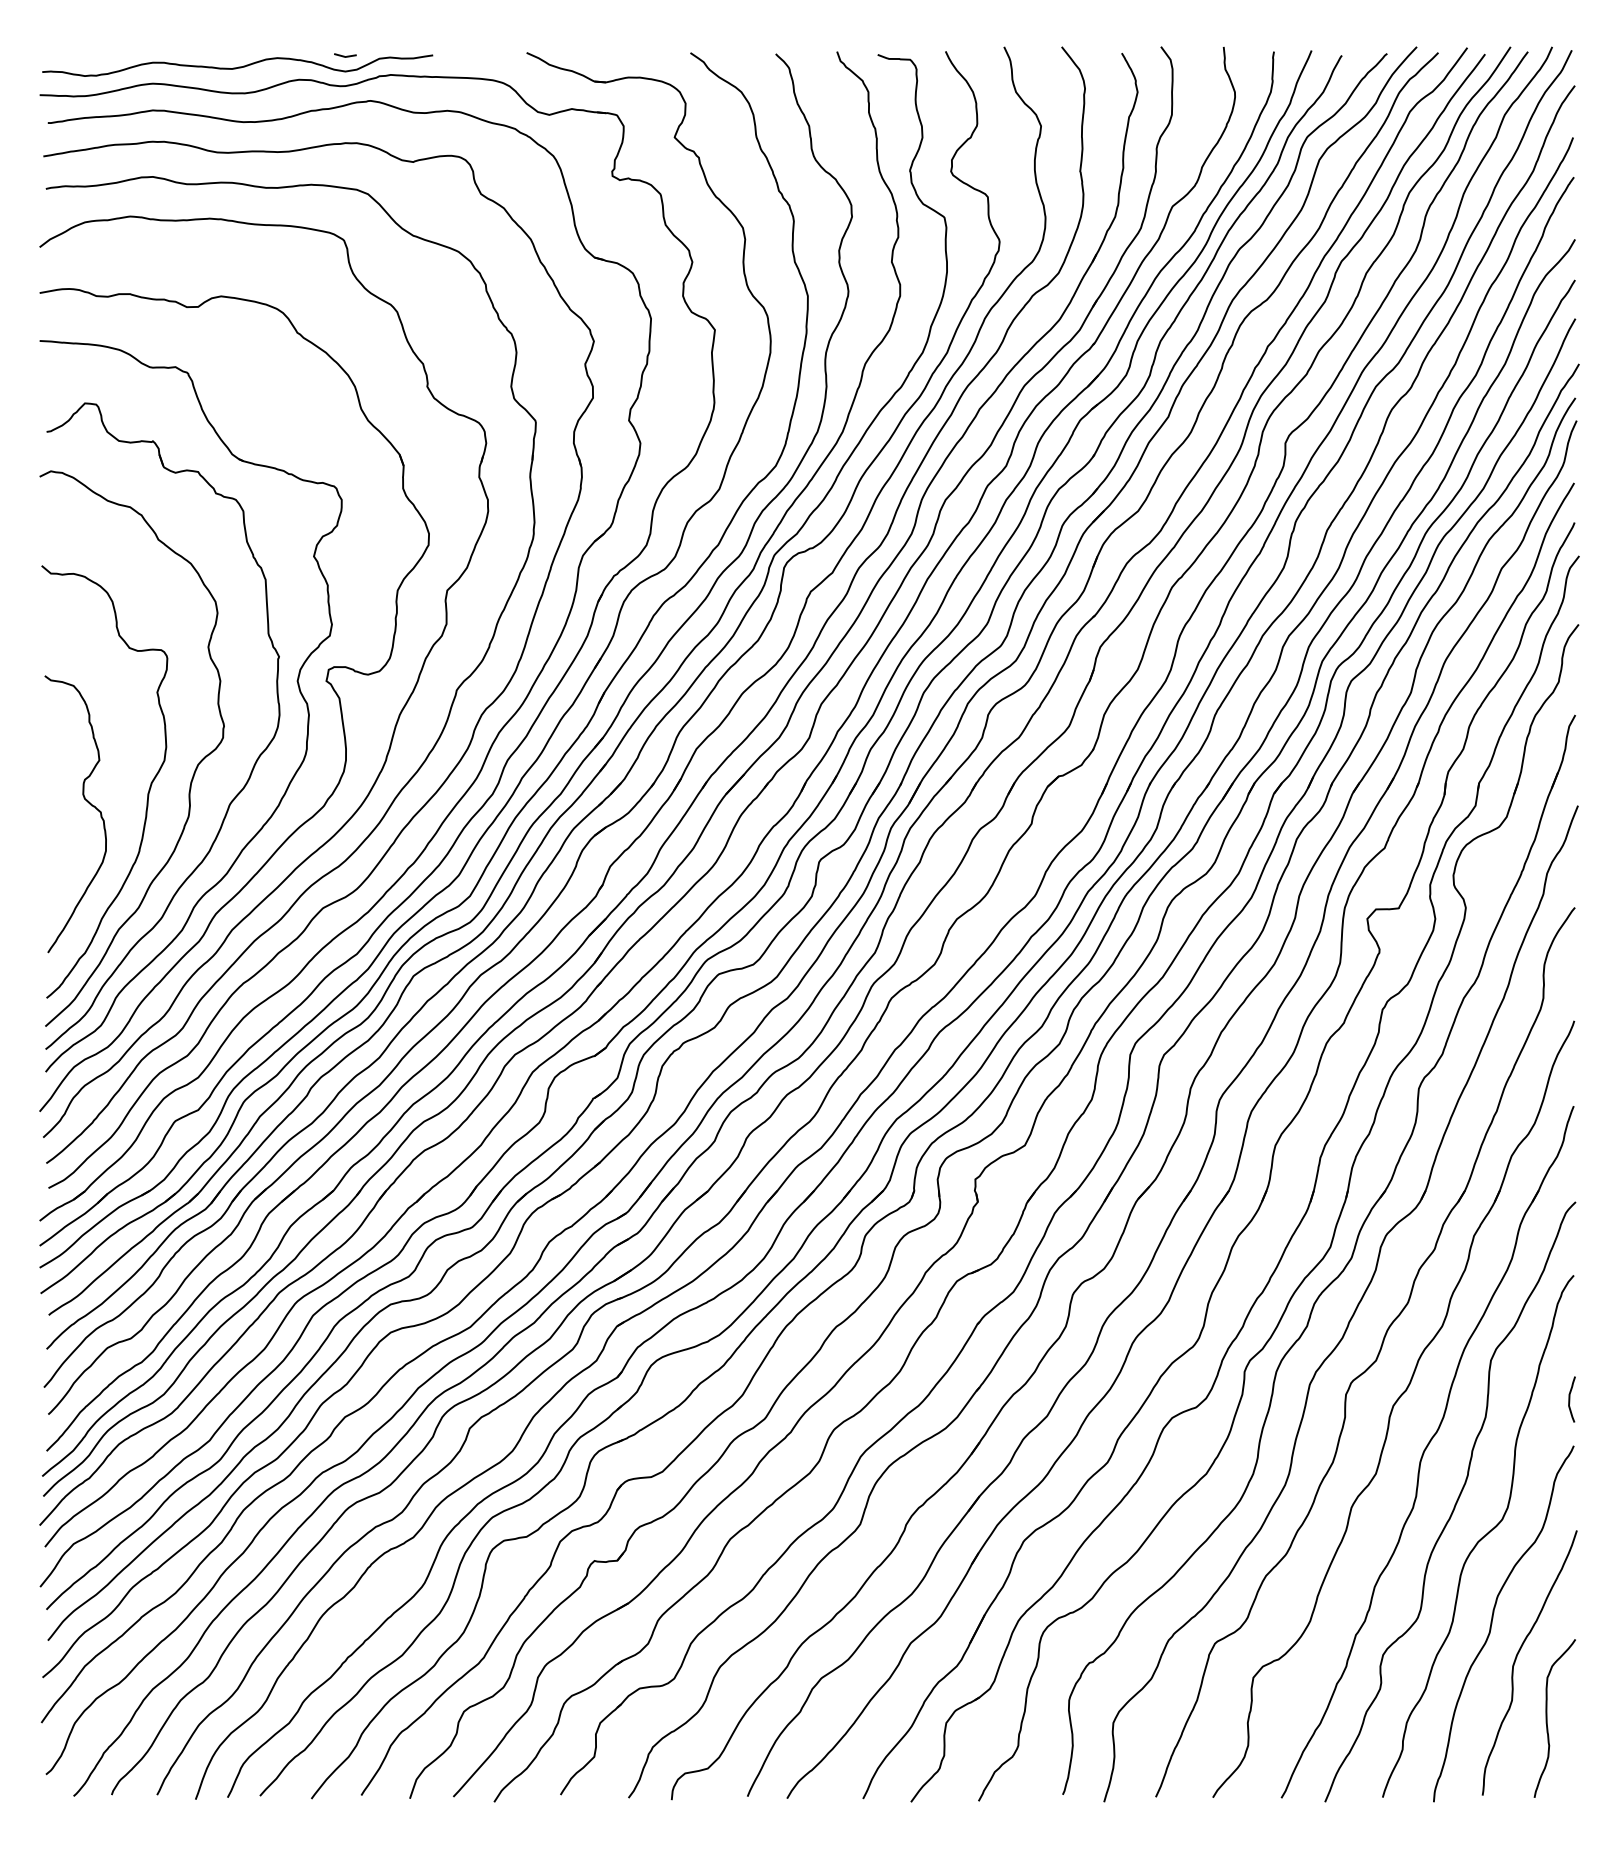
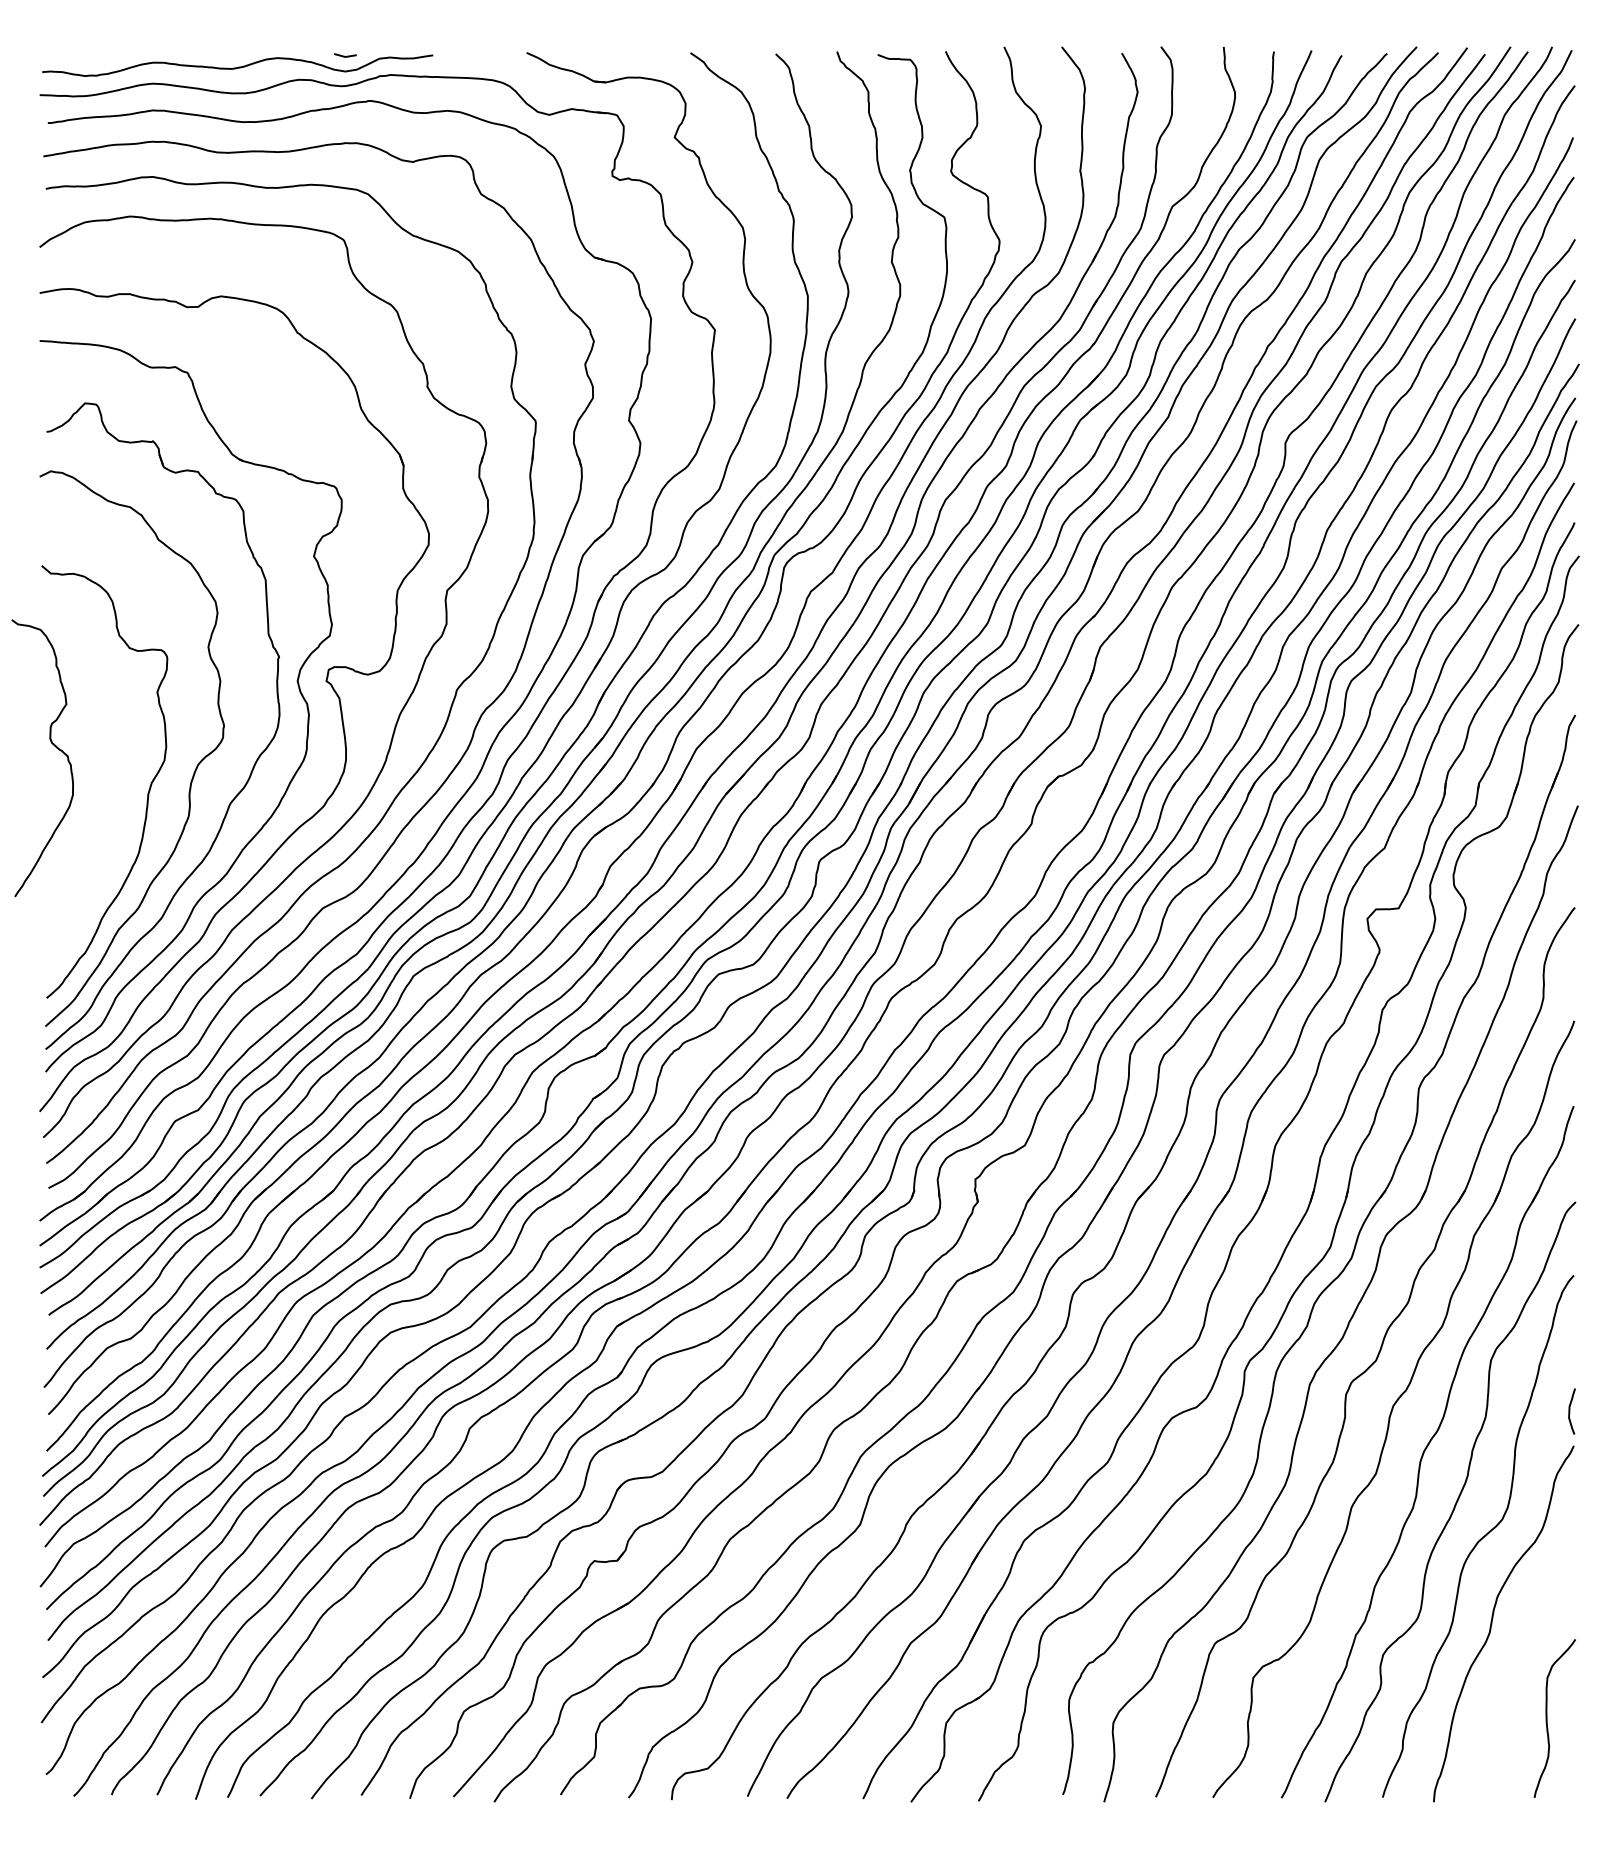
curve at (87, 802) position: (87, 802) -> (54, 746)
curve at (1570, 1399) position: (1570, 1399) -> (1570, 1411)
curve at (1517, 1657): present -> none
